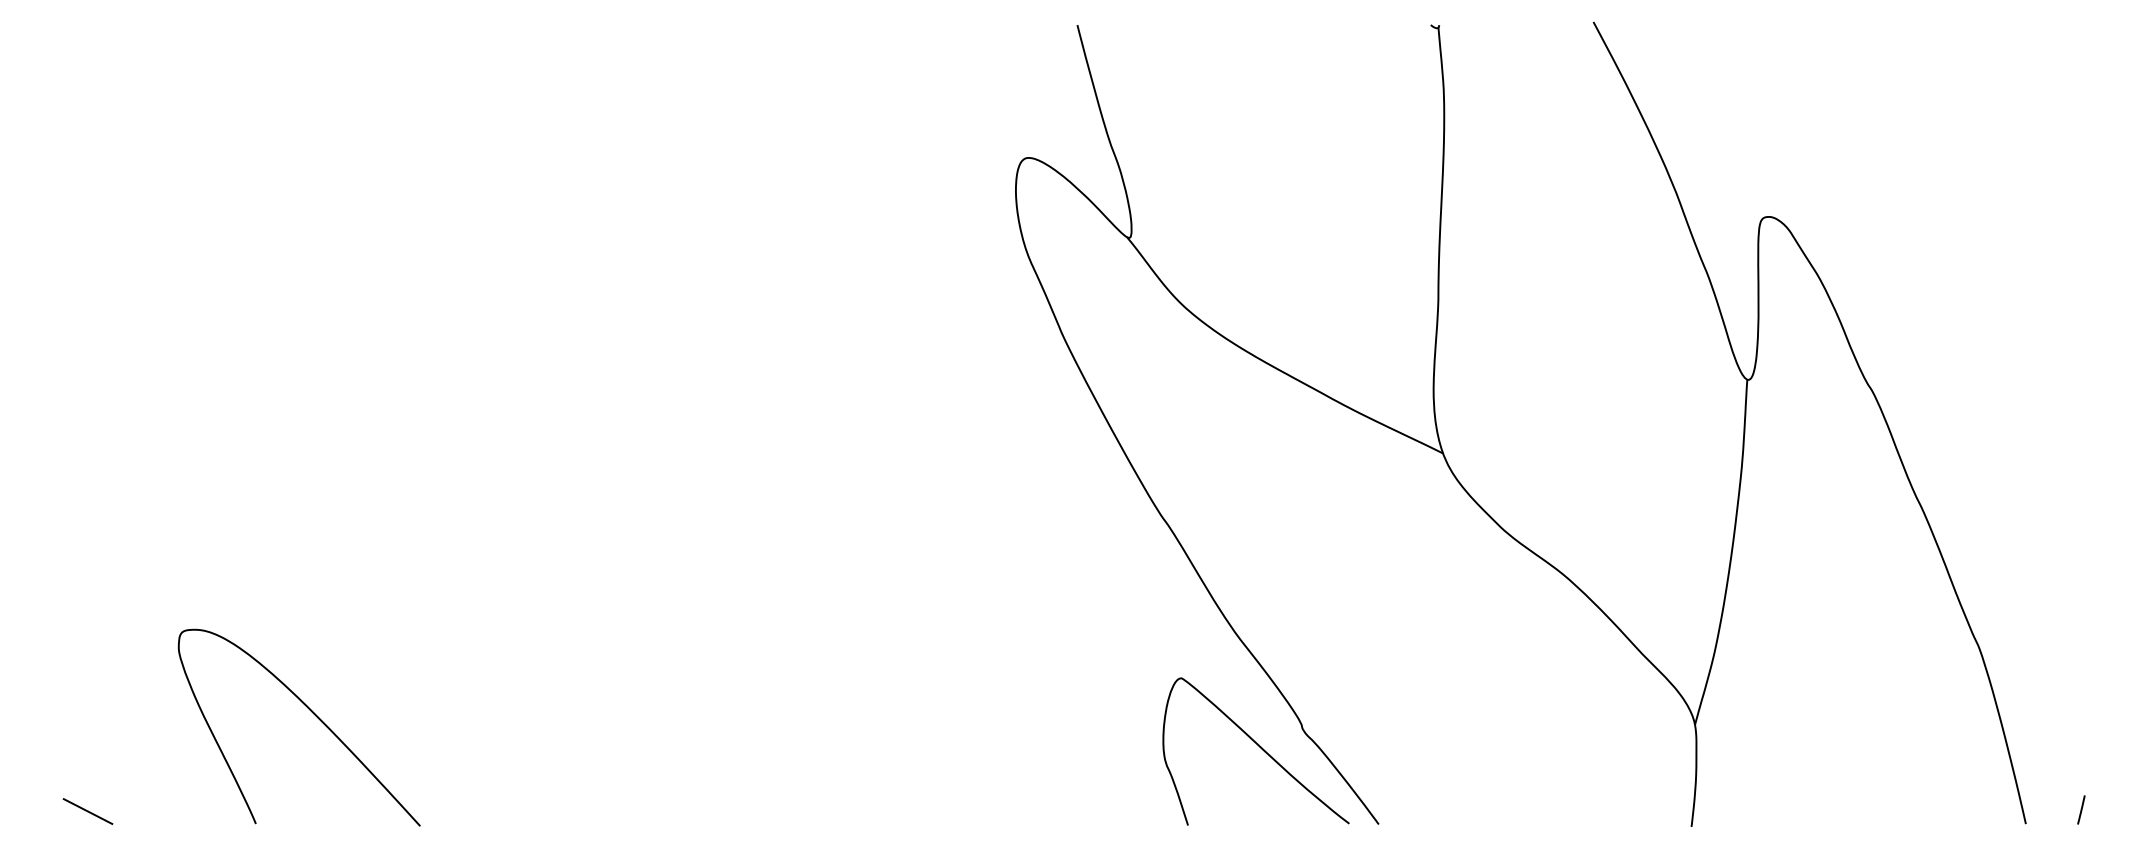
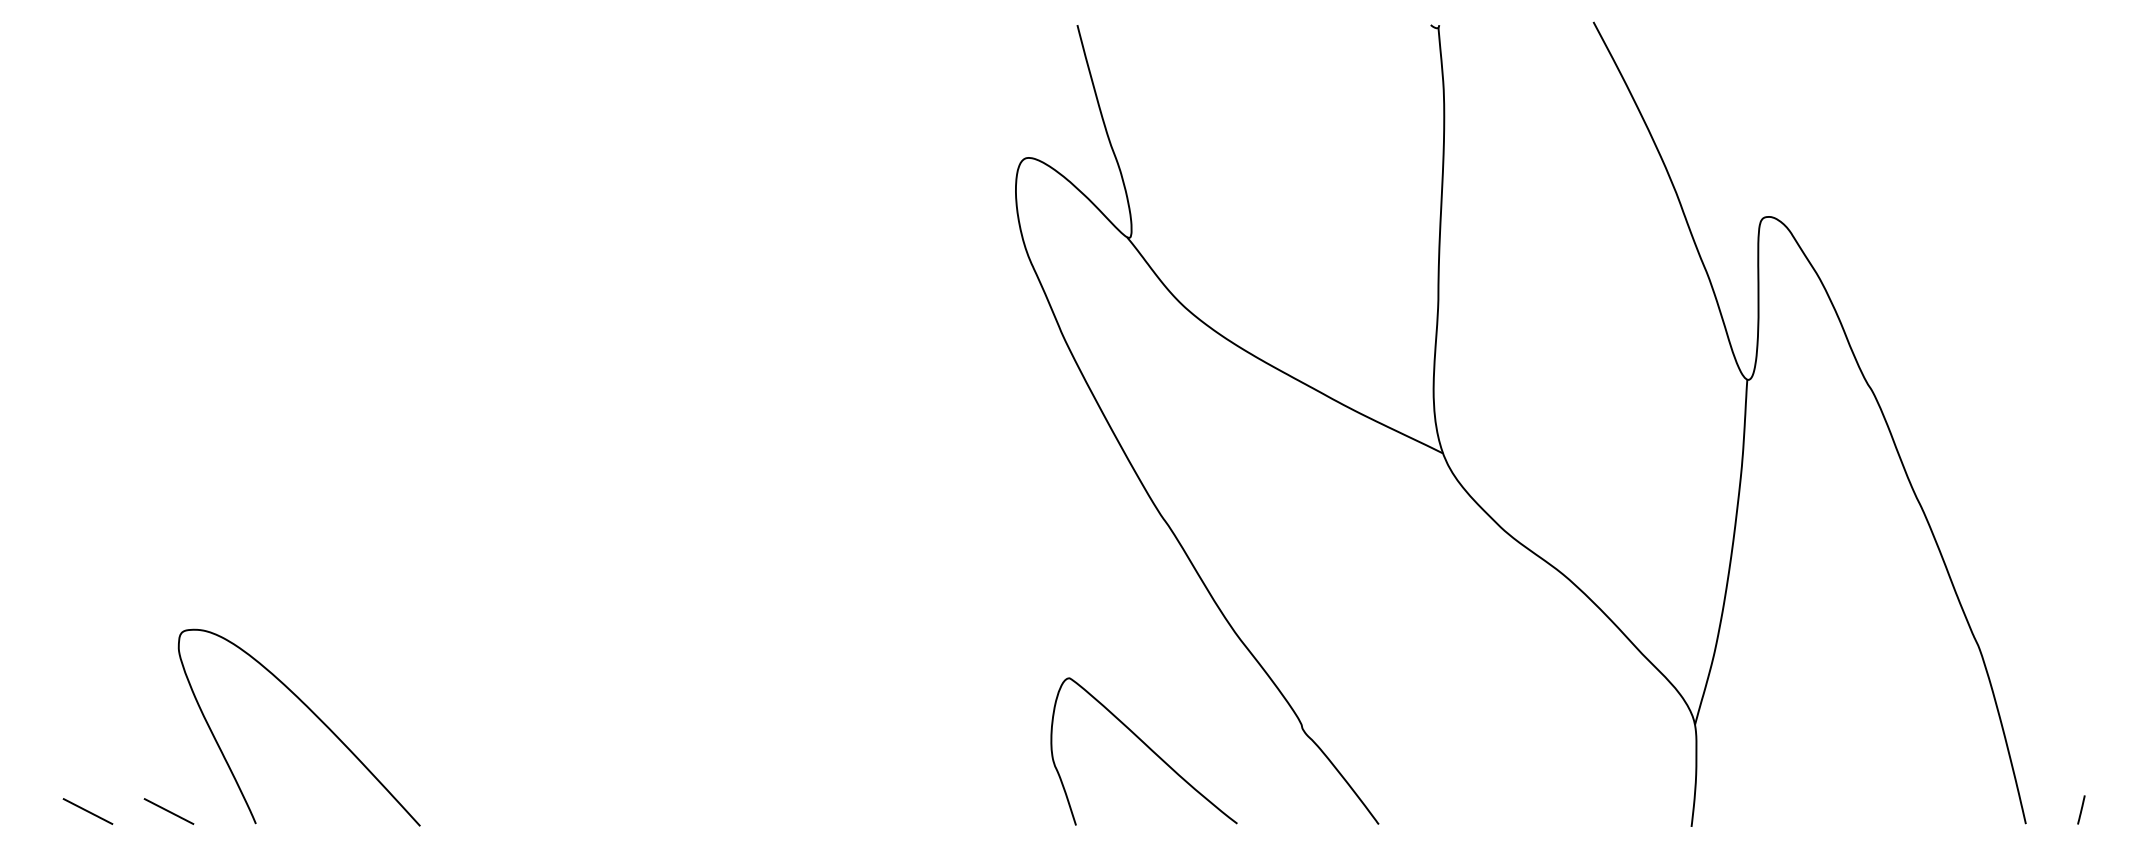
curve at (1259, 747) position: (1259, 747) -> (1147, 747)
line at (168, 811): none -> present
